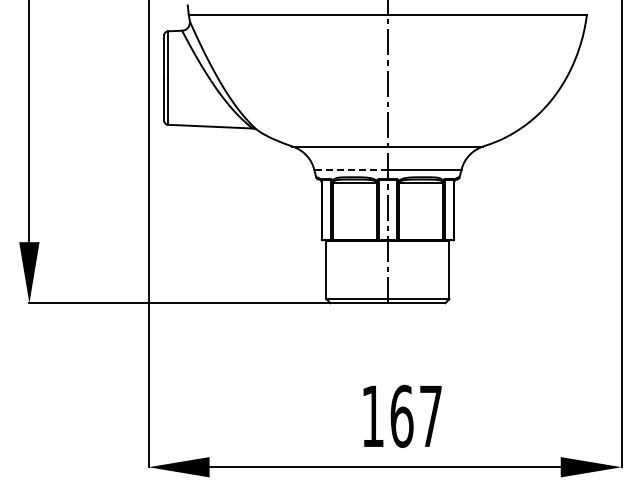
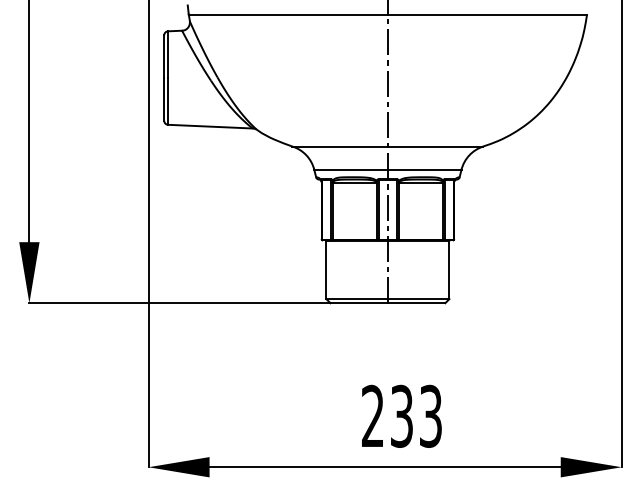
line at (351, 169): dashed -> solid
text at (401, 415): 167 -> 233
